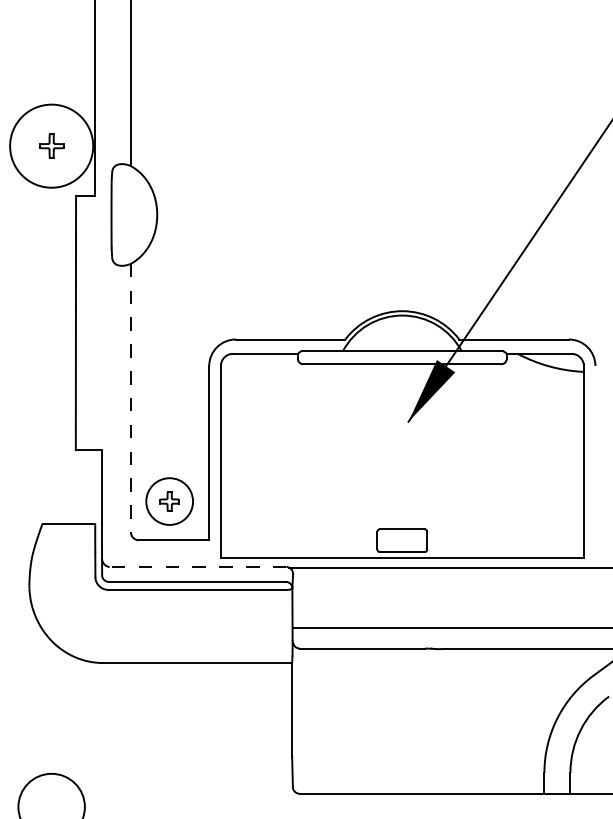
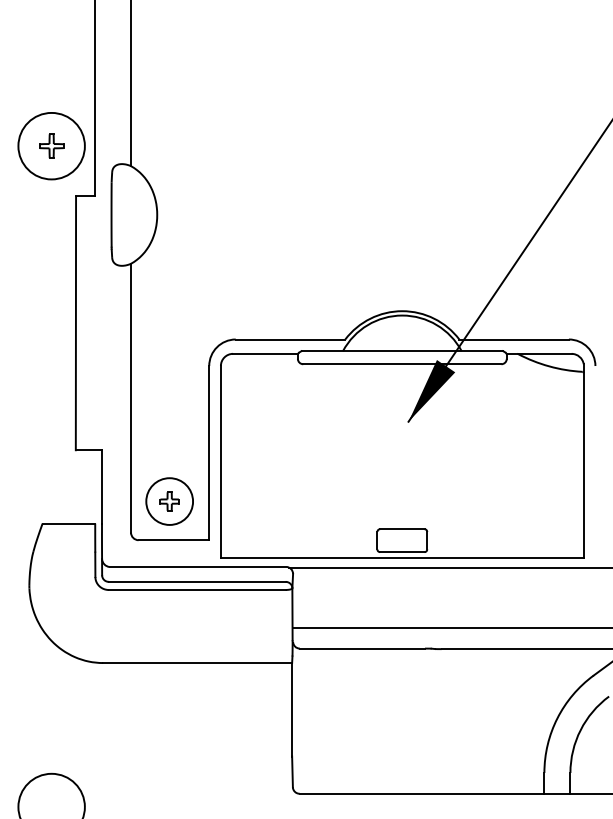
circle at (51, 145) diameter: 83 px -> 66 px
line at (131, 398): dashed -> solid
line at (197, 566): dashed -> solid
